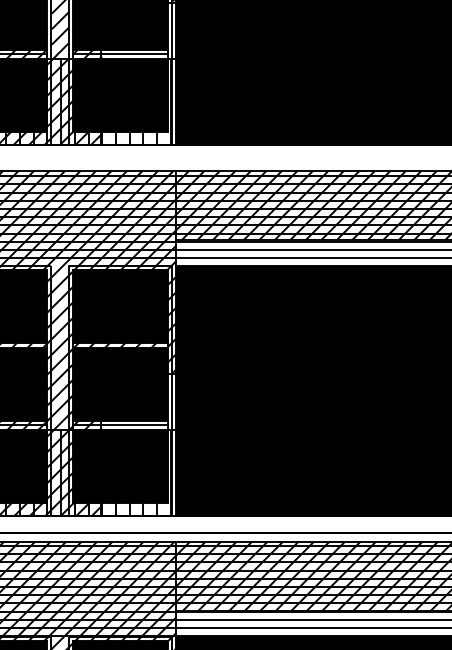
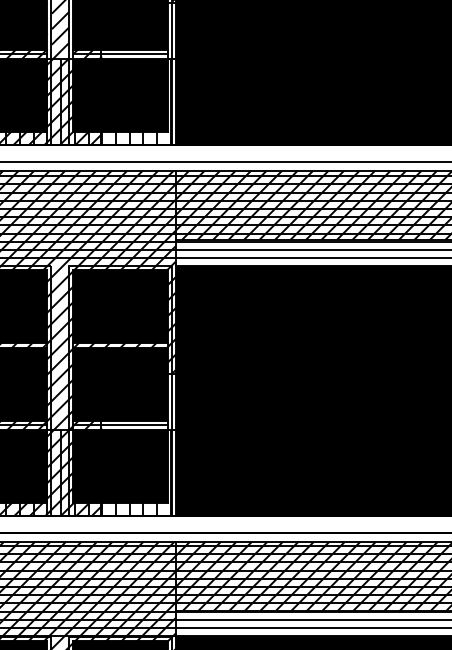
line at (225, 162): none -> present
